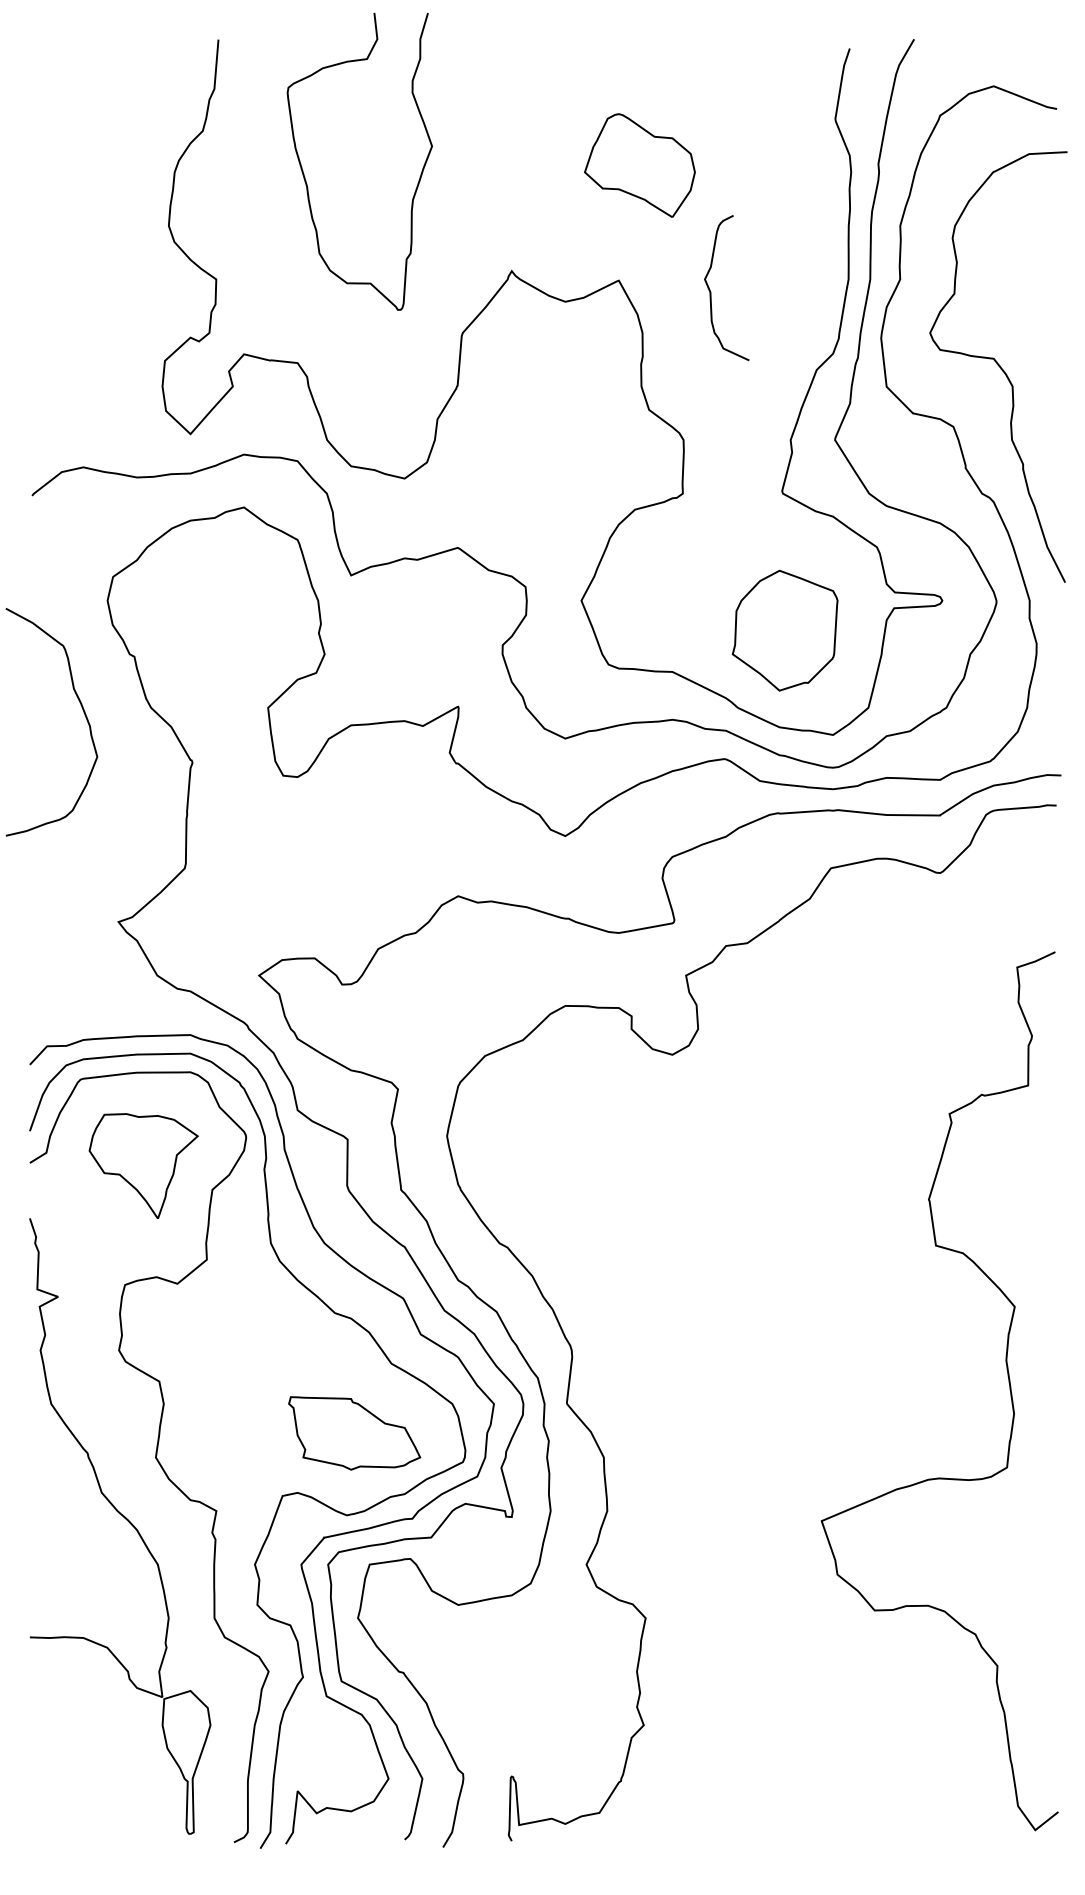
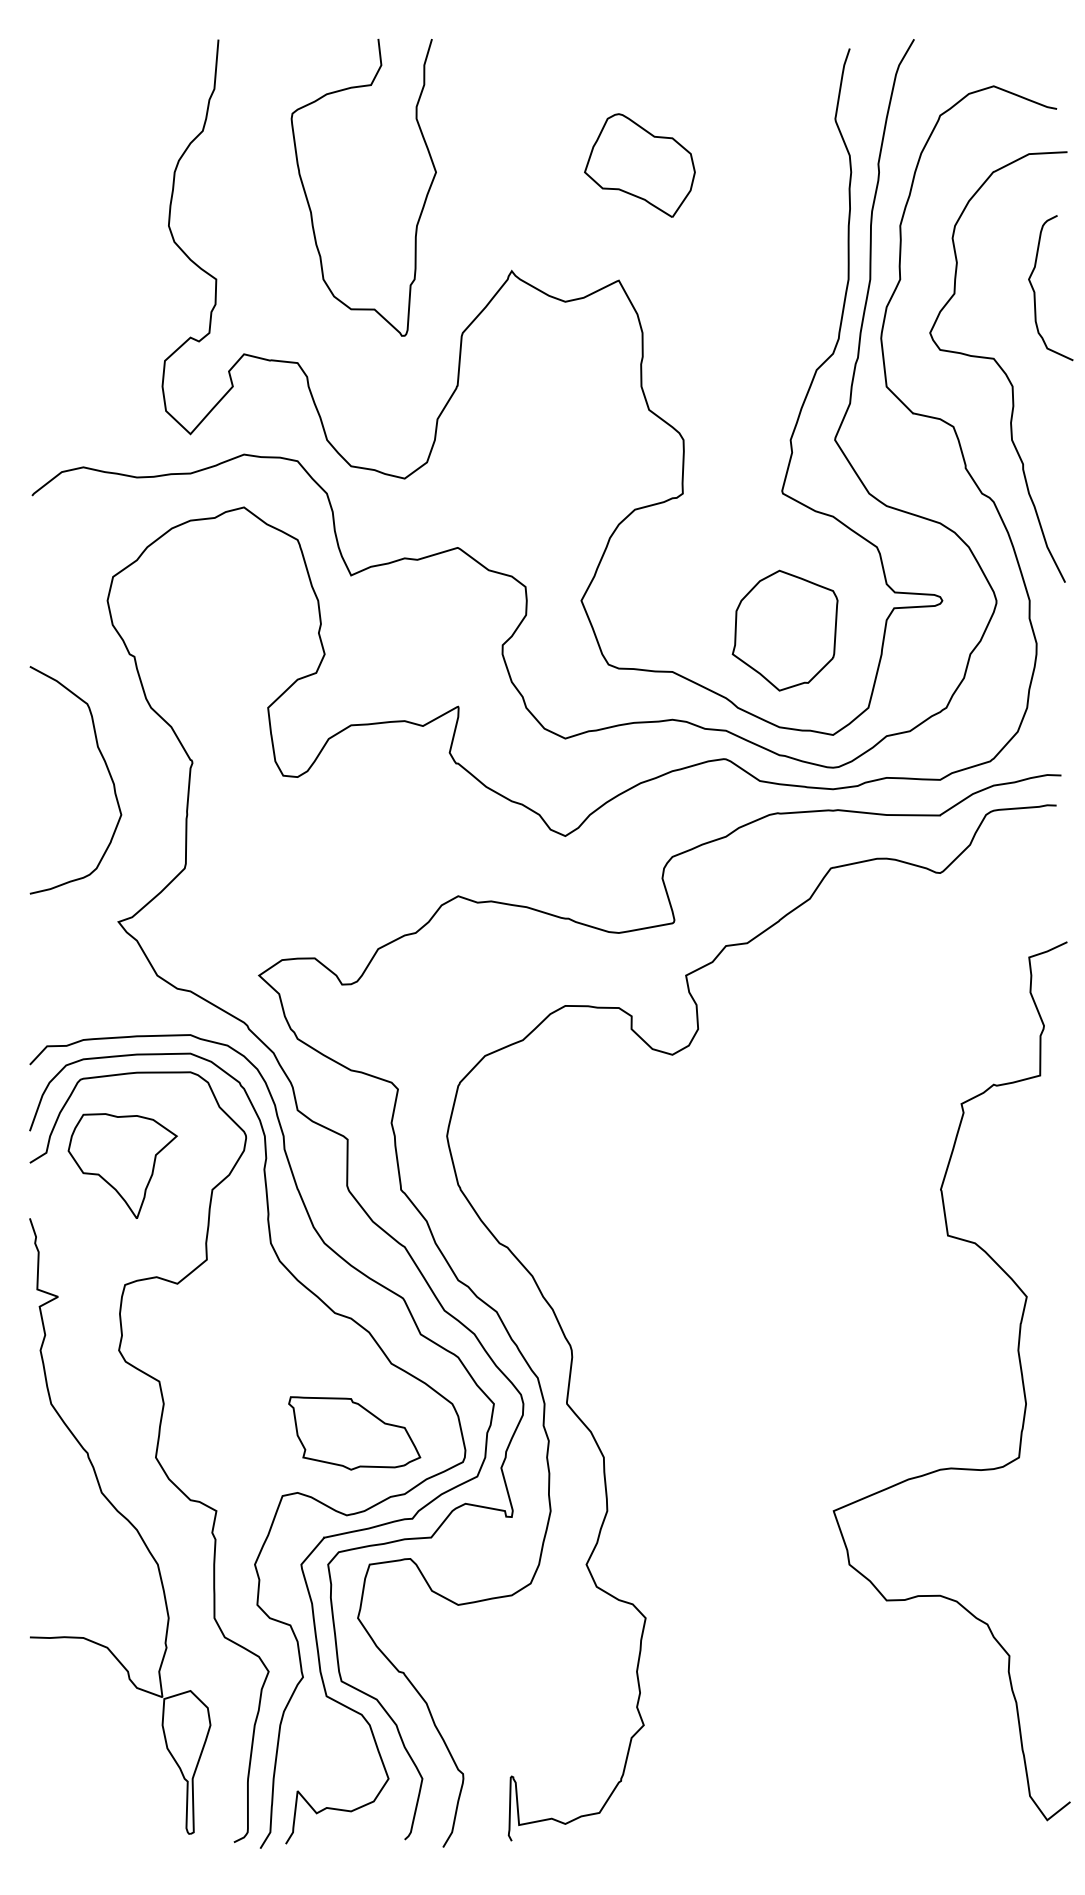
curve at (304, 173) position: (304, 173) -> (308, 199)
curve at (711, 291) position: (711, 291) -> (1035, 291)
curve at (82, 710) position: (82, 710) -> (106, 768)
part at (143, 1165) position: (143, 1165) -> (122, 1165)
curve at (1008, 1382) position: (1008, 1382) -> (1020, 1372)
